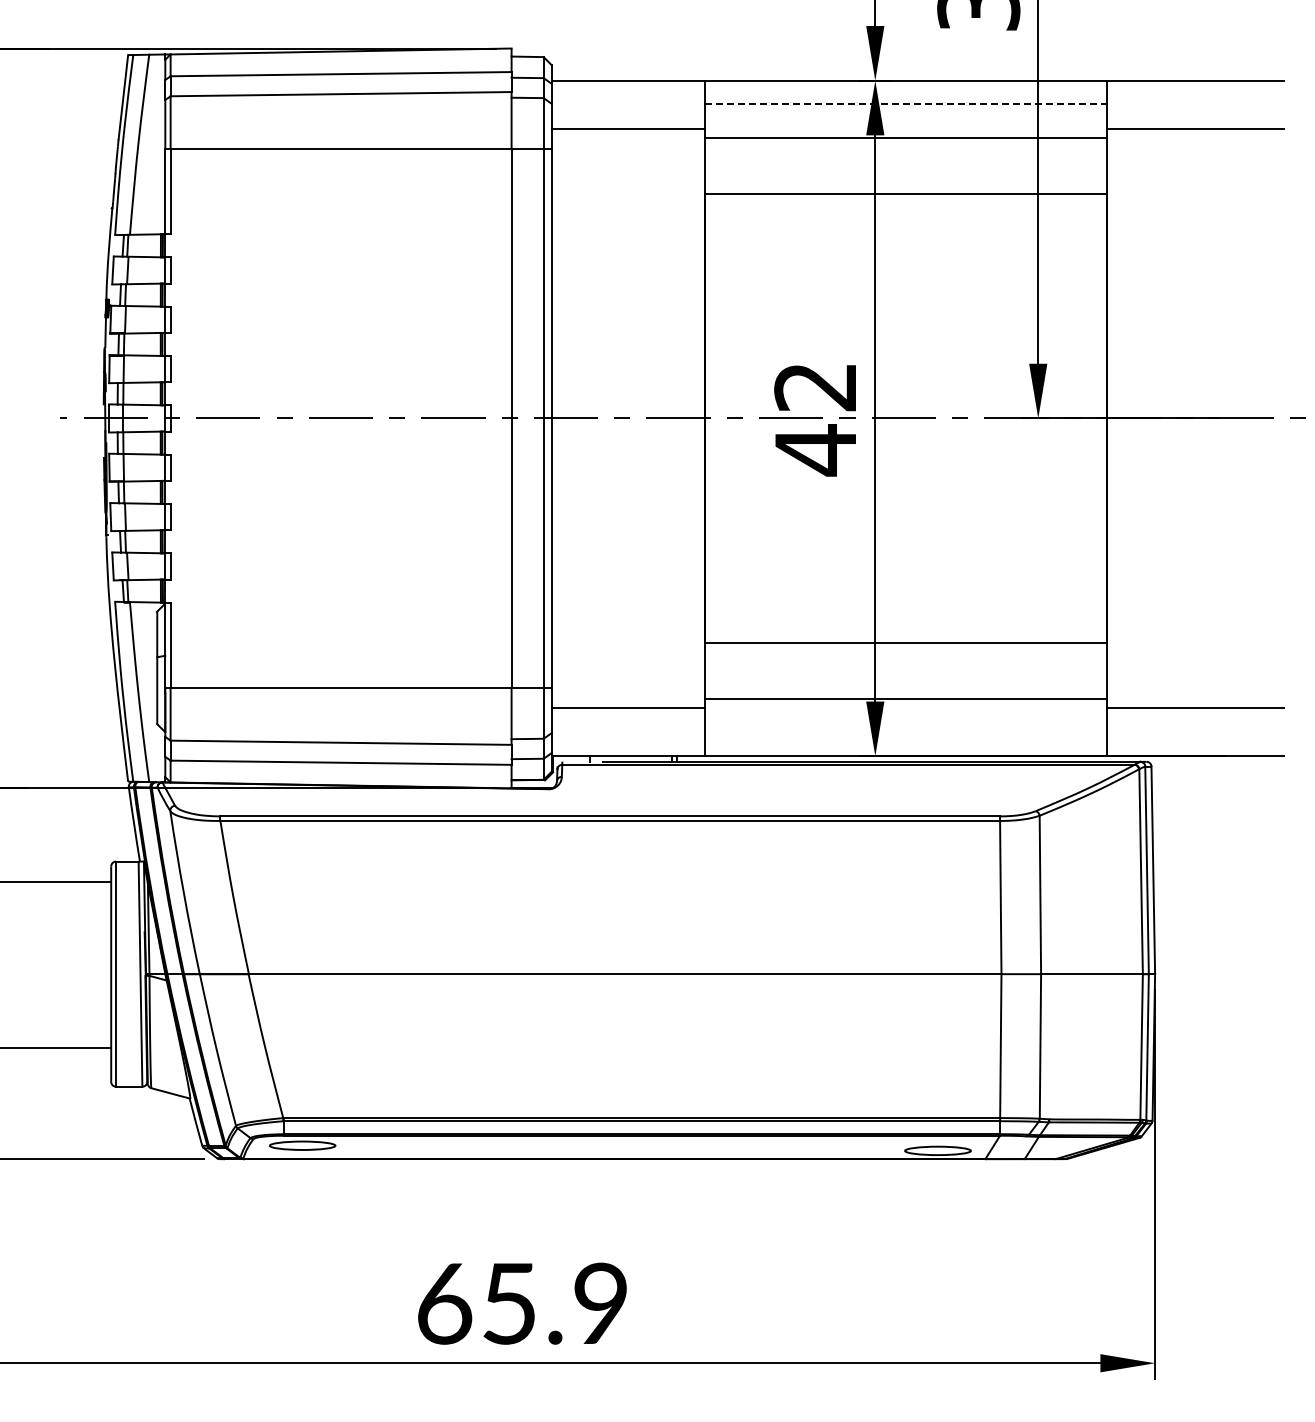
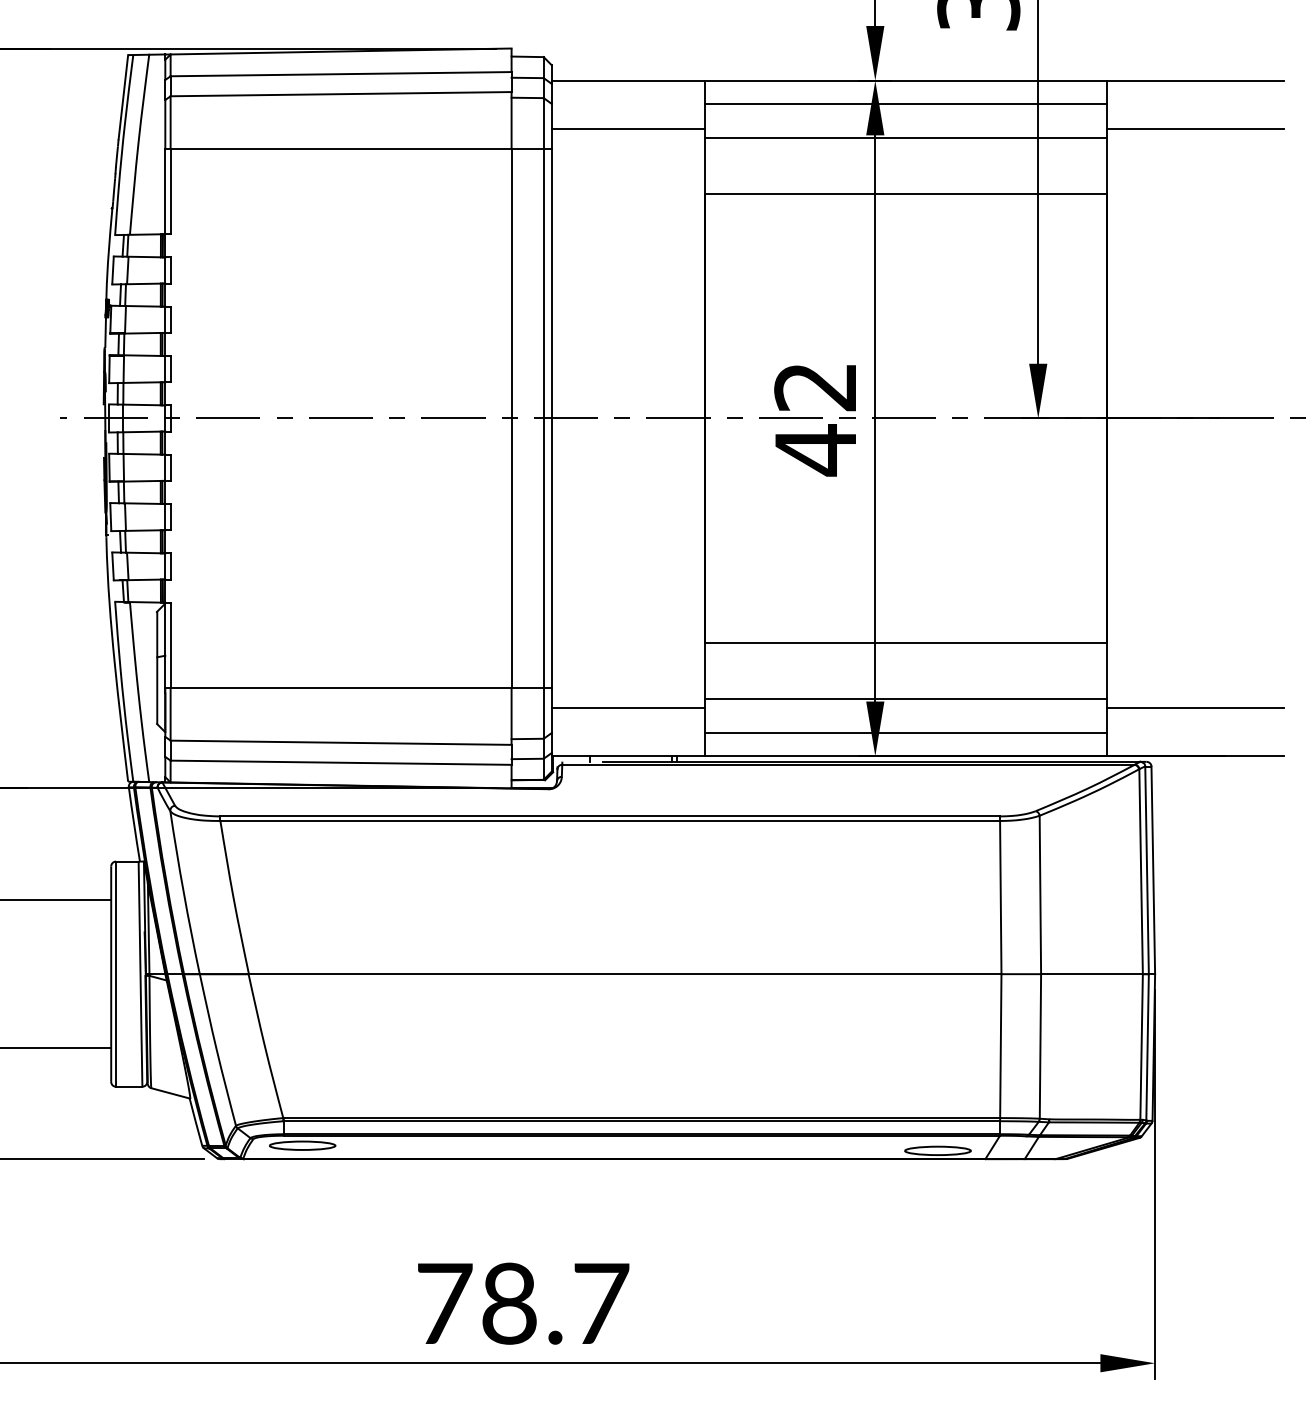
line at (906, 104): dashed -> solid
line at (905, 732): none -> present
line at (56, 882) position: (56, 882) -> (56, 900)
text at (523, 1303): 65.9 -> 78.7
